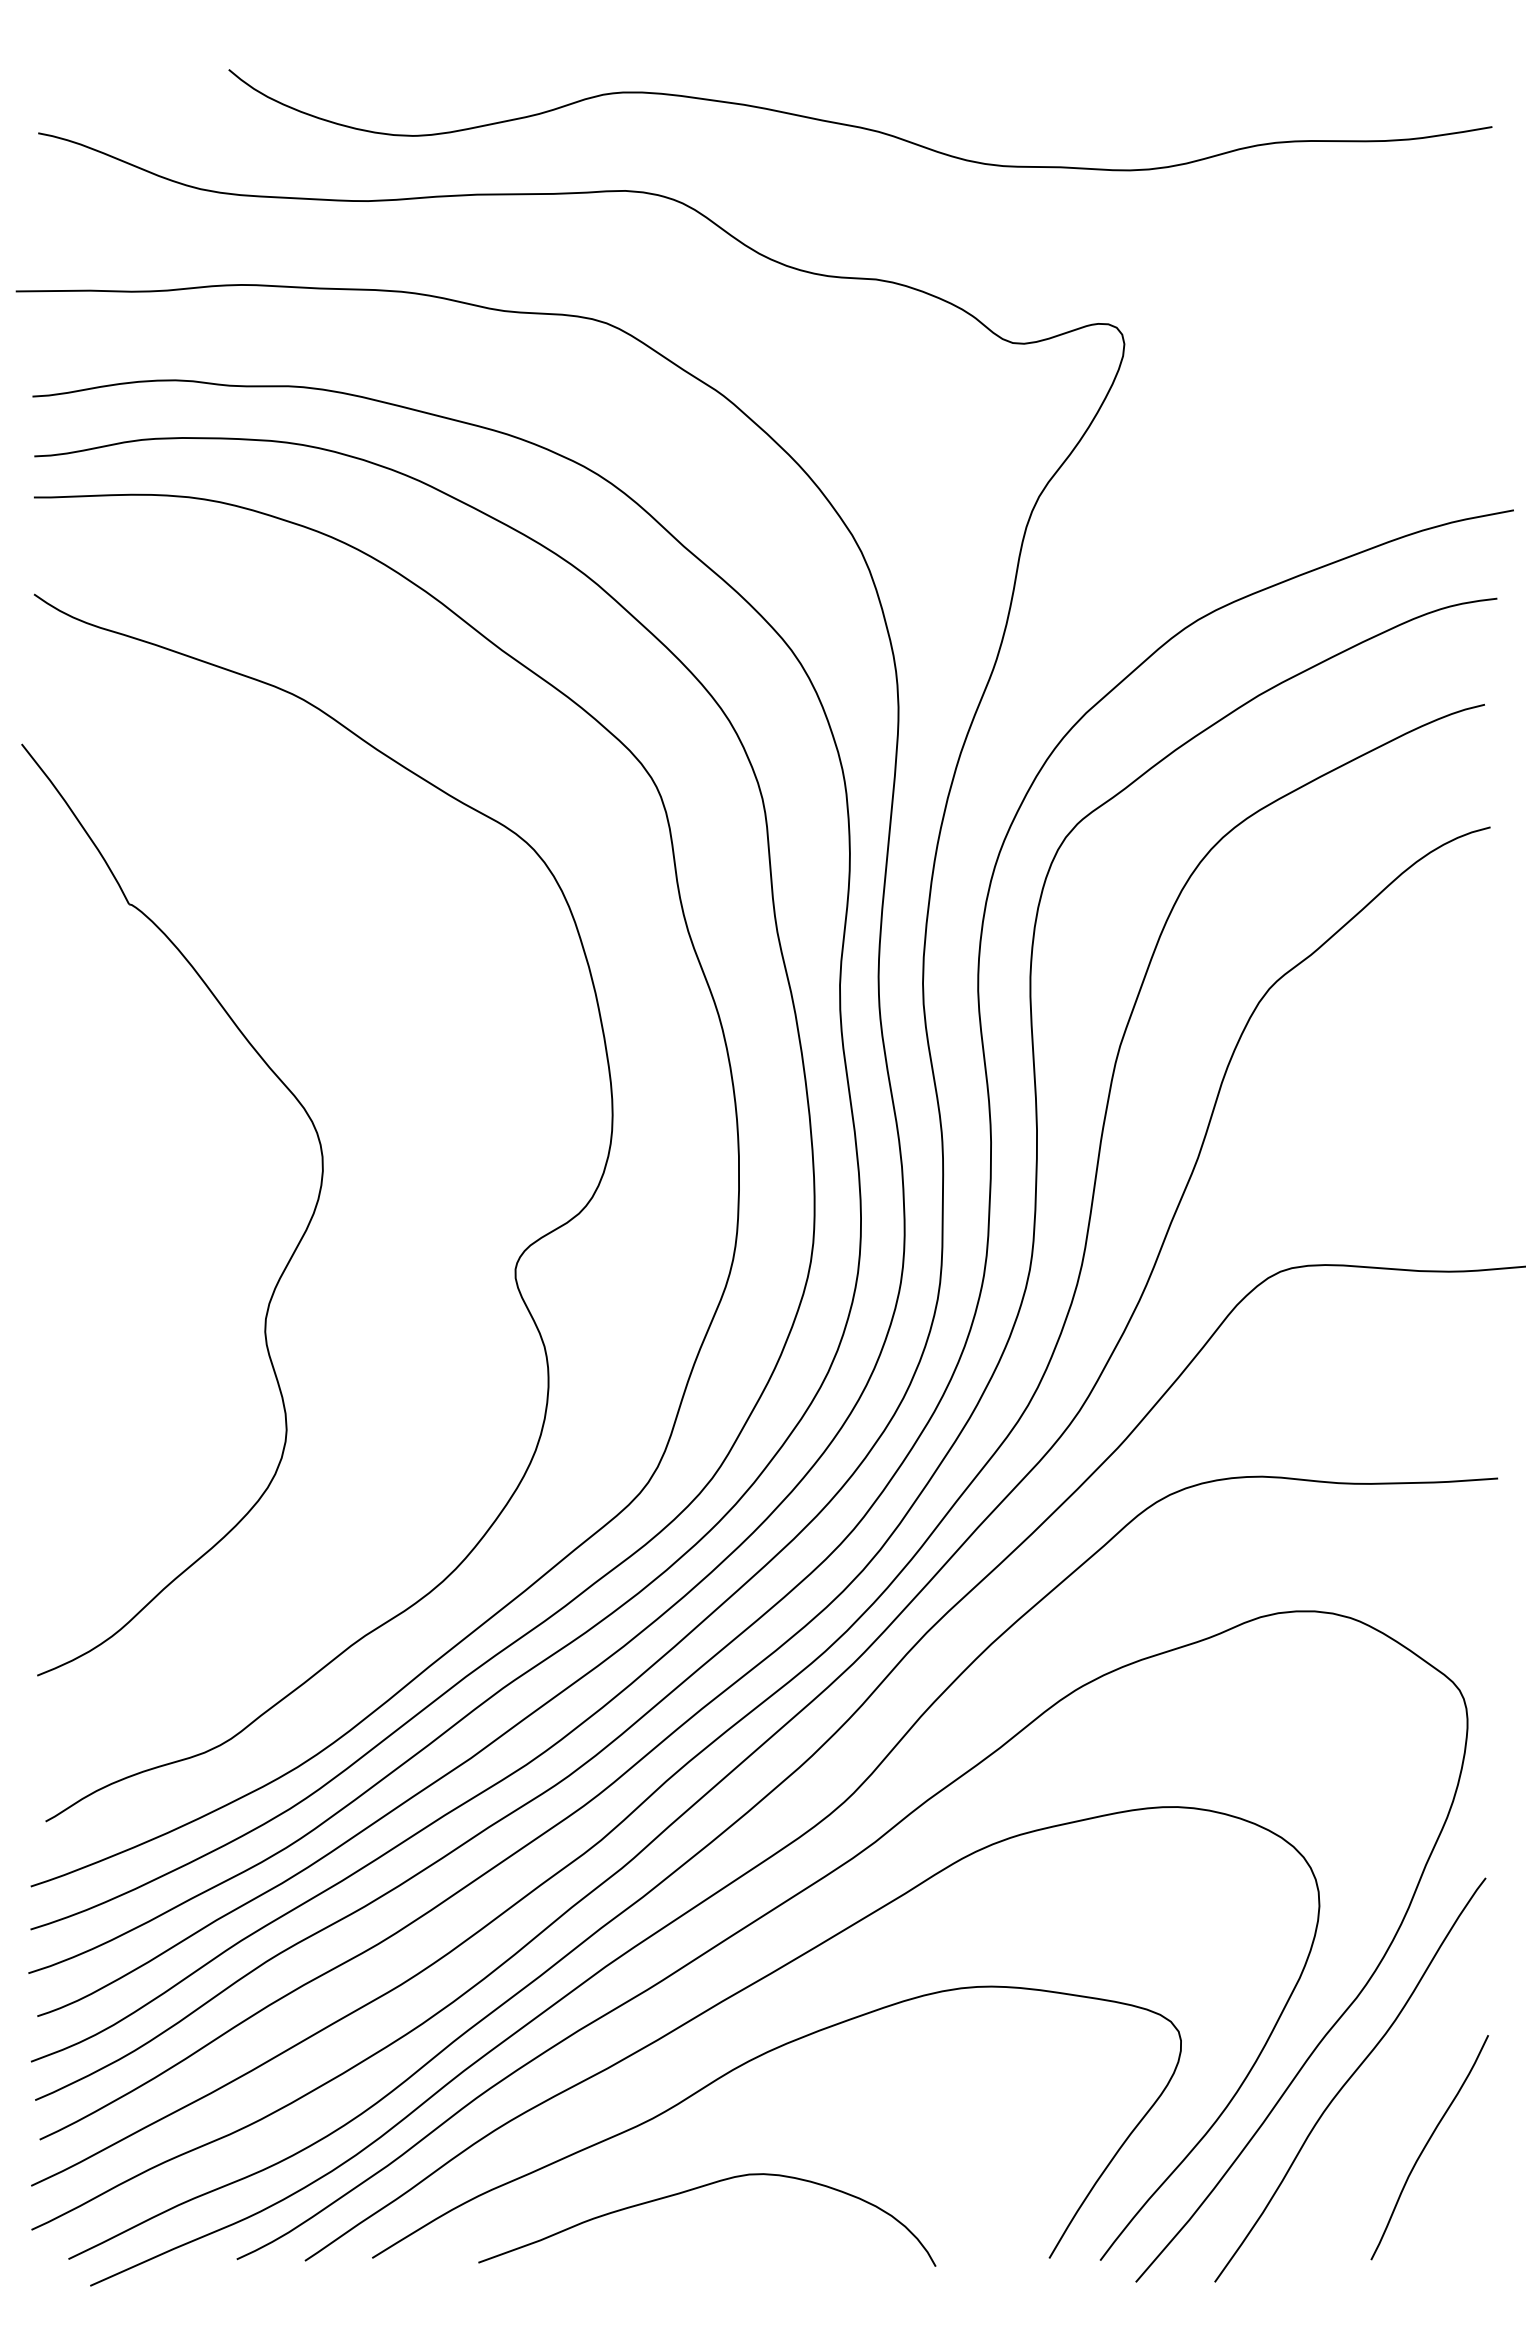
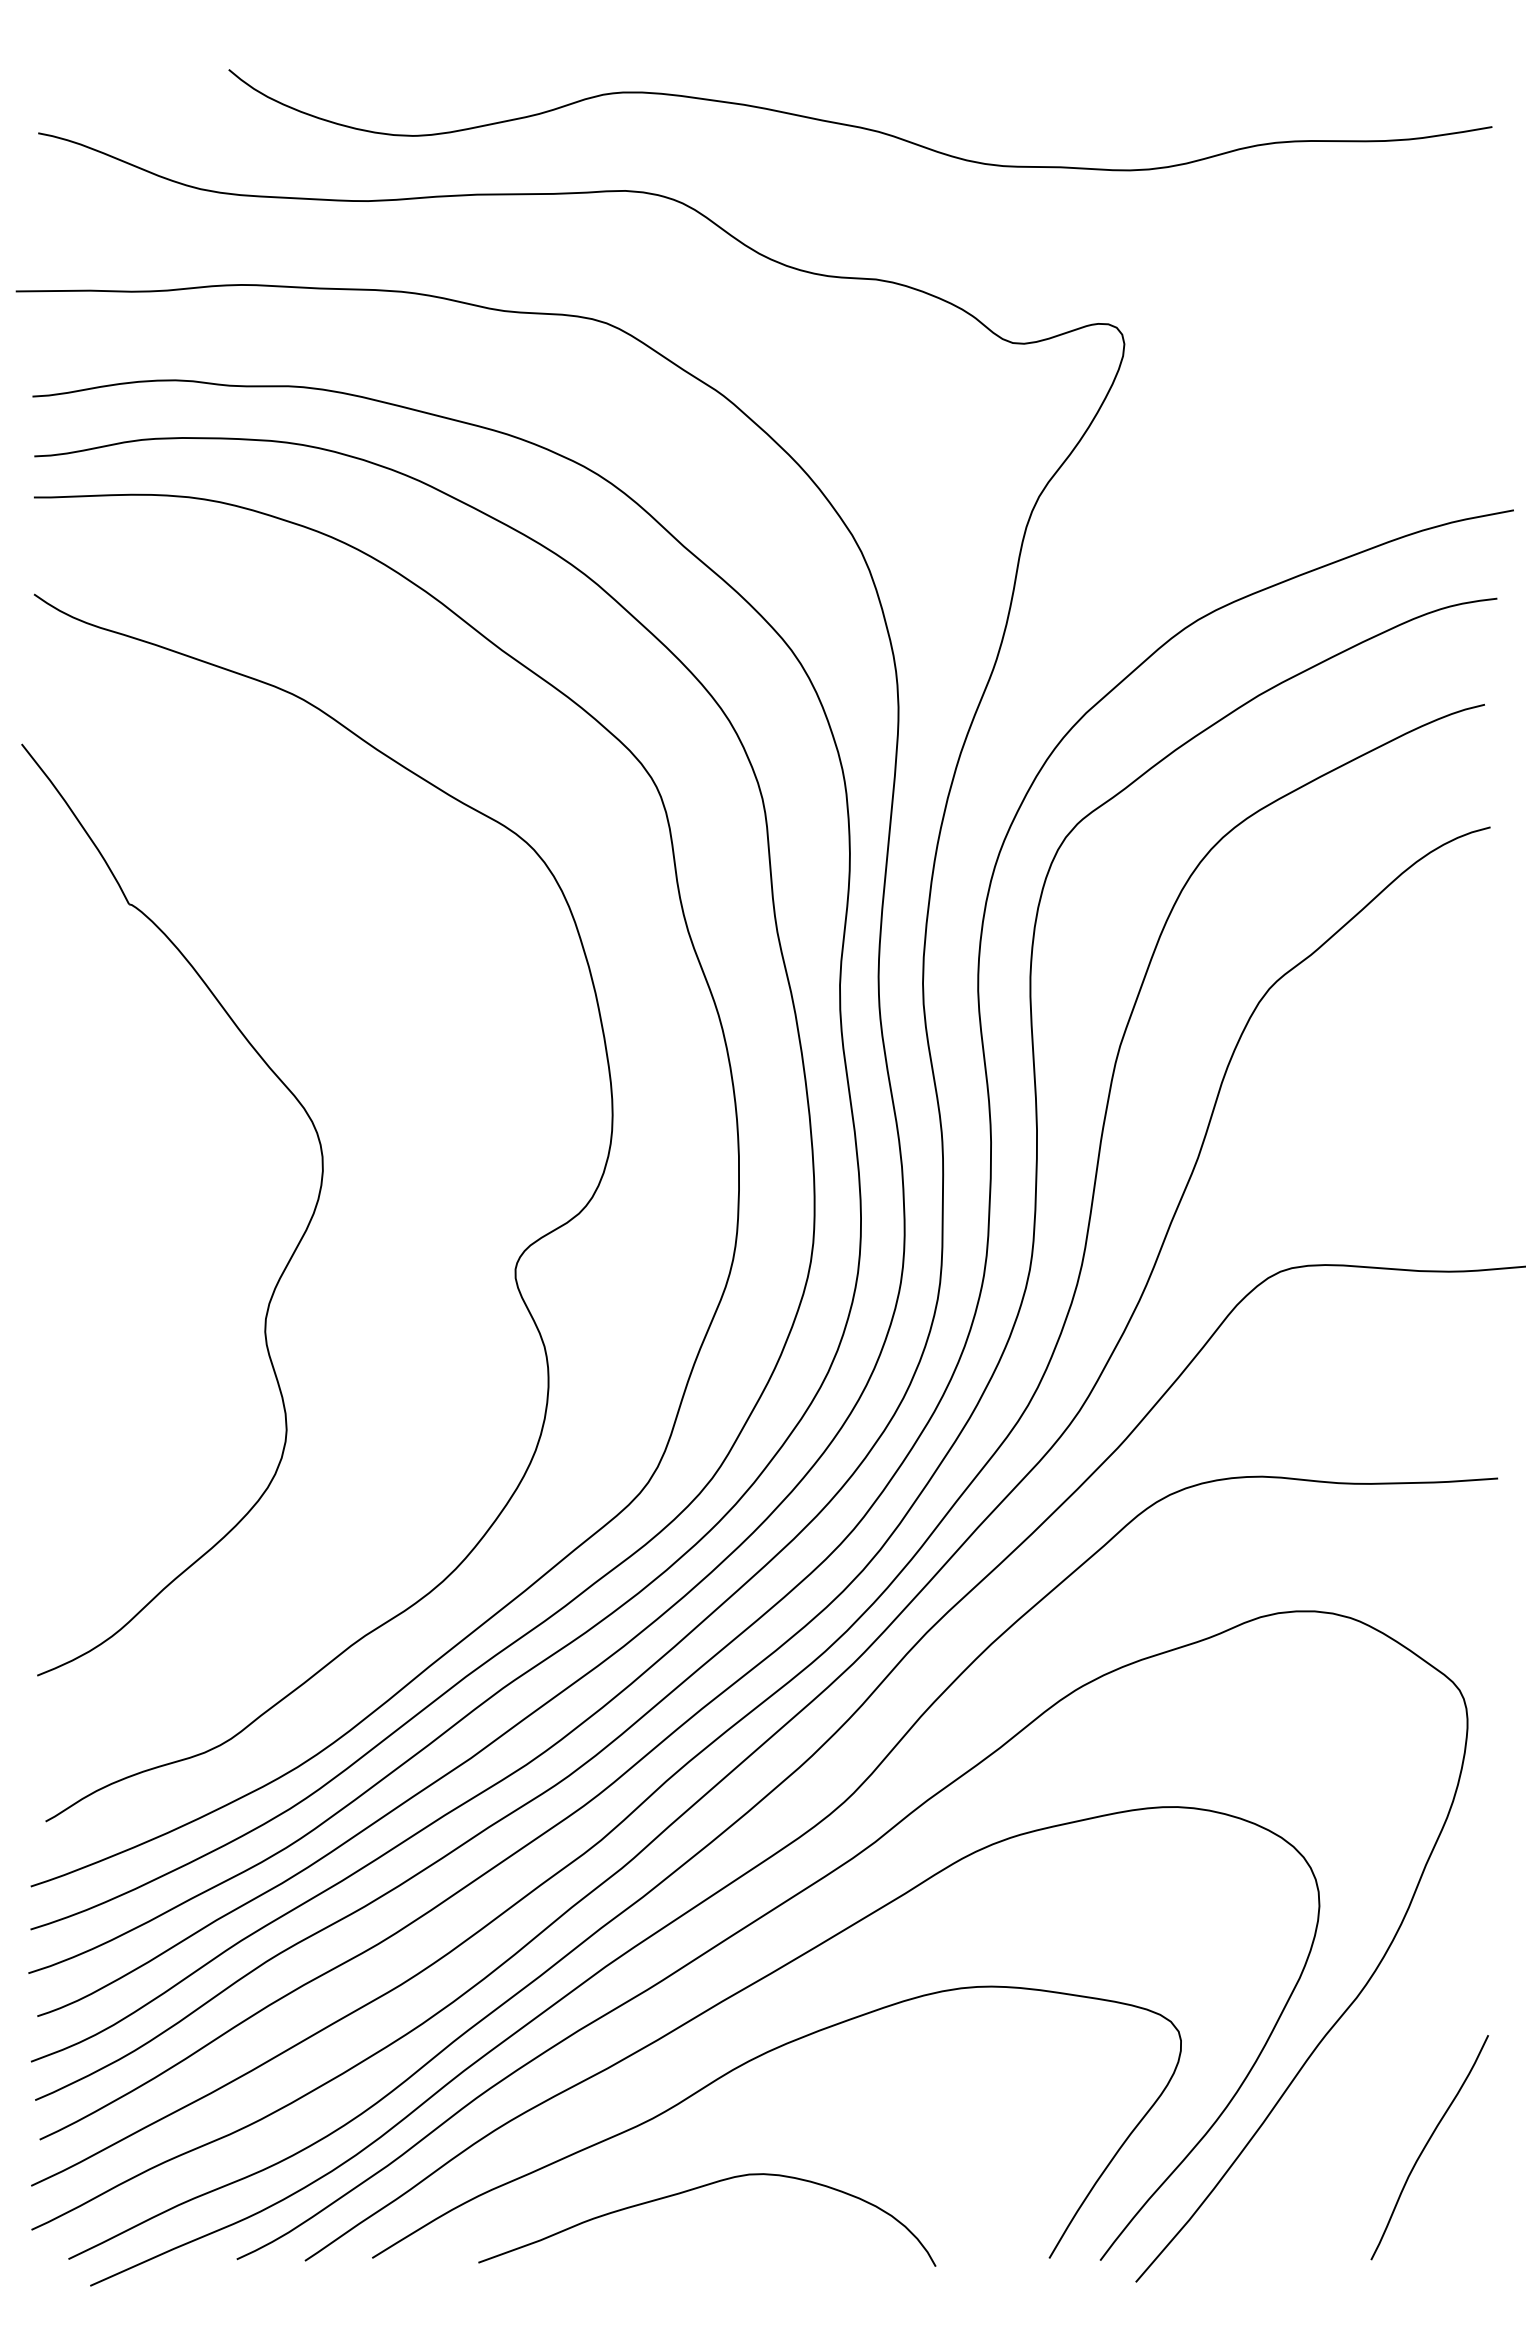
curve at (1350, 2079): present -> none
